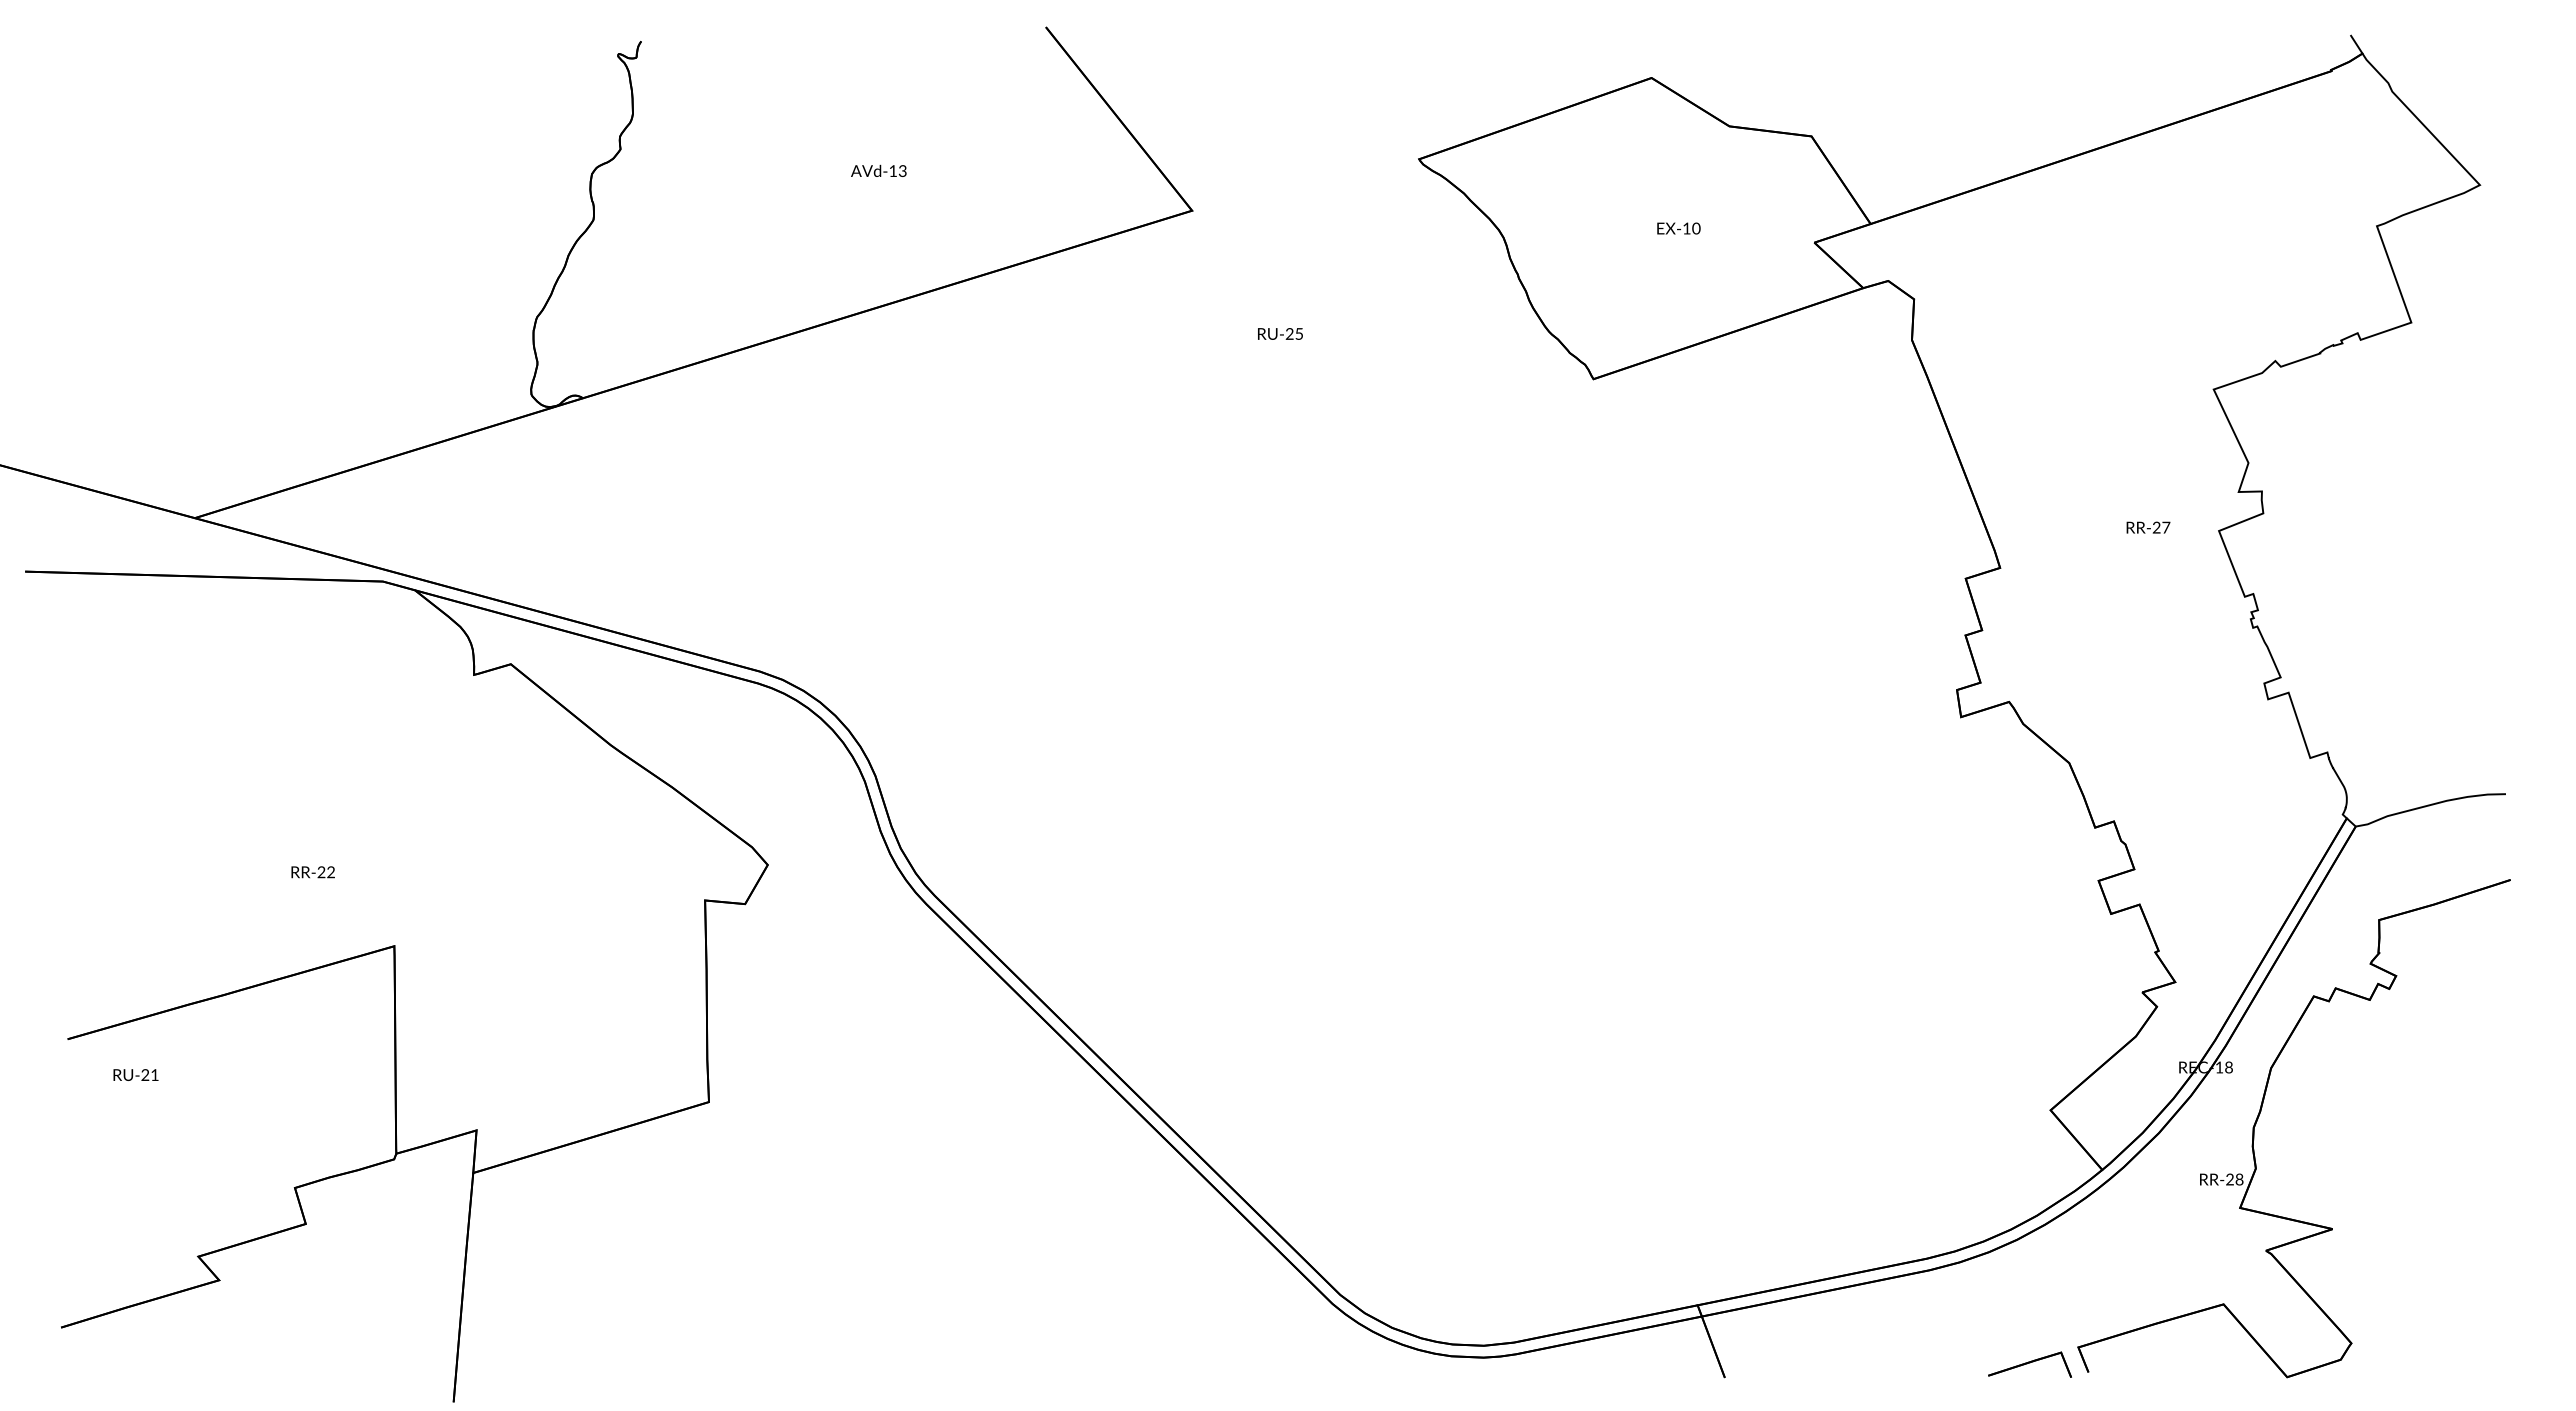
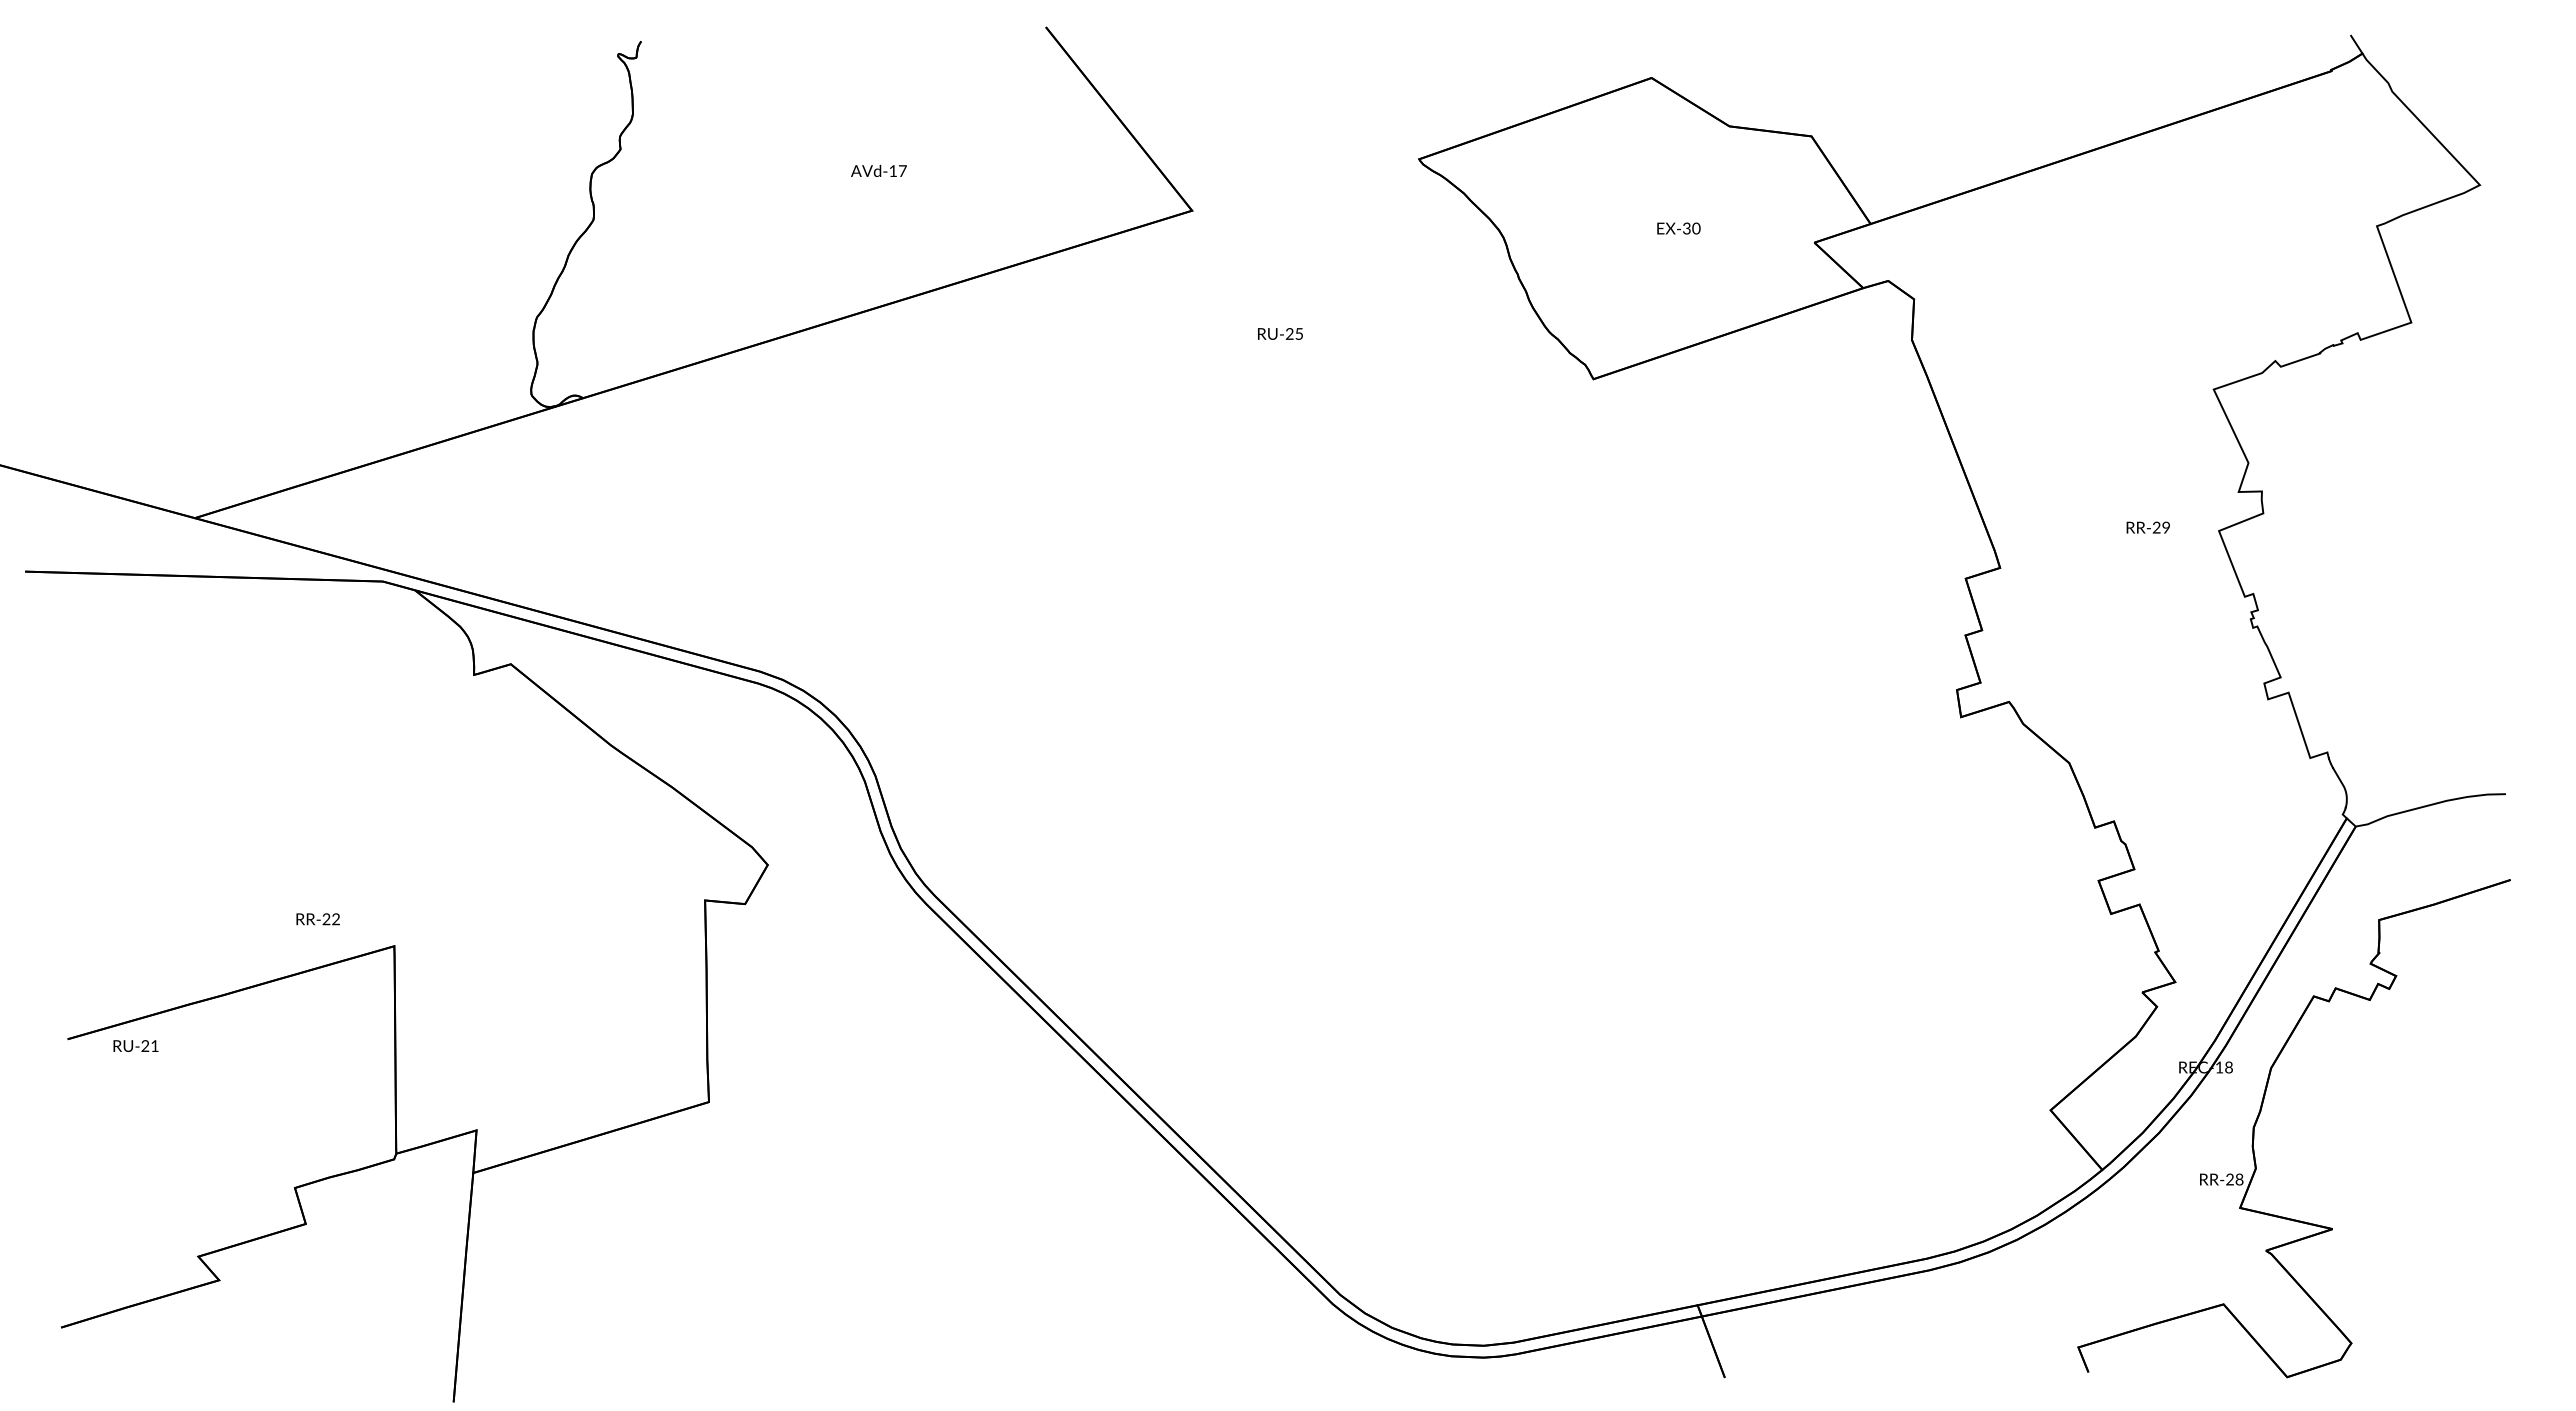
text at (902, 171): AVd-13 -> AVd-17
text at (1686, 228): EX-10 -> EX-30
text at (2166, 527): RR-27 -> RR-29
text at (312, 872) position: (312, 872) -> (317, 919)
text at (135, 1074) position: (135, 1074) -> (135, 1045)
part at (2029, 1364): present -> none
